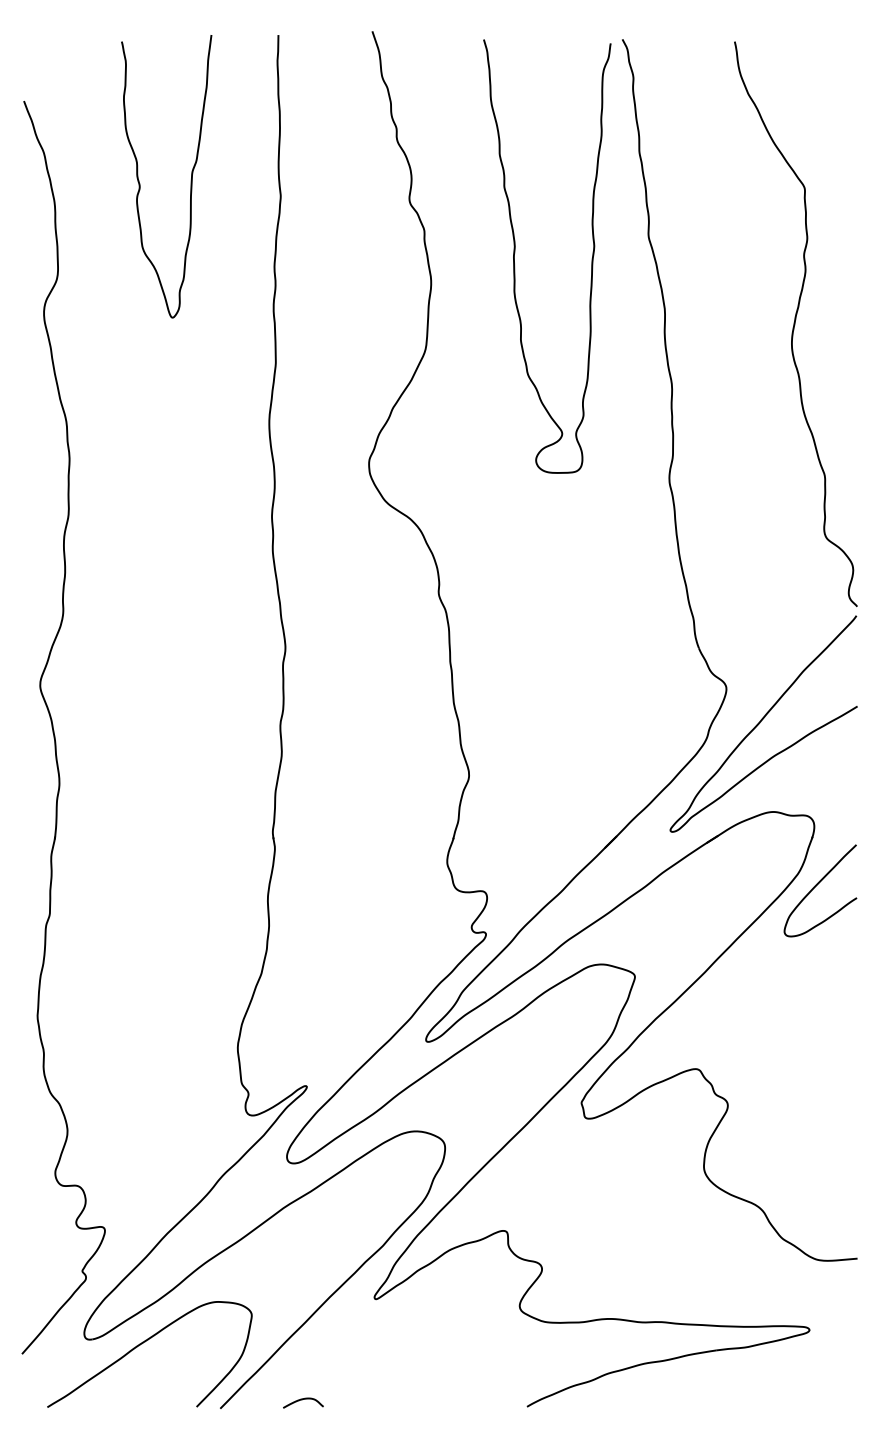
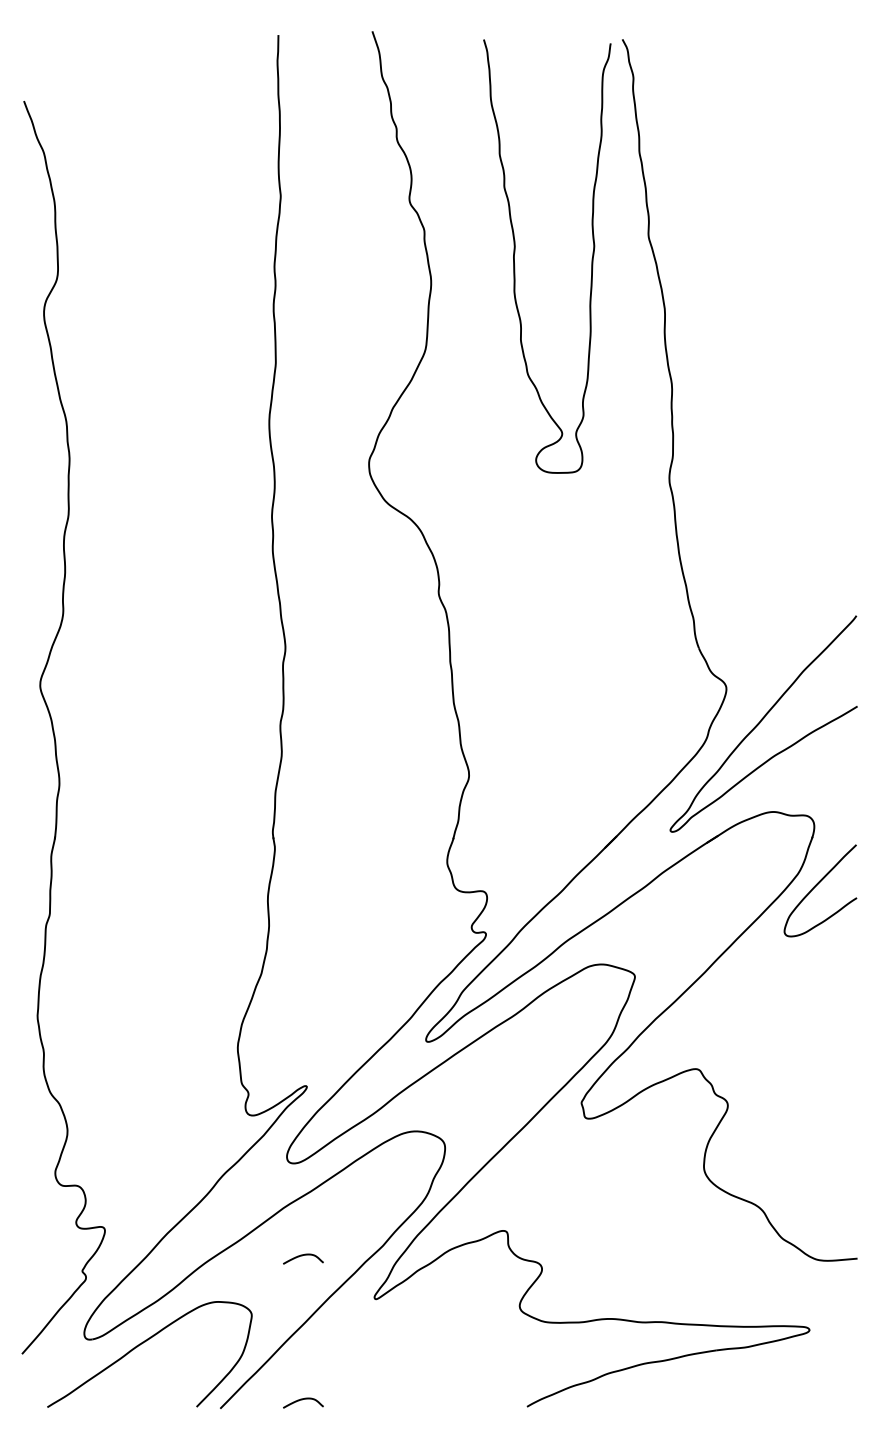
curve at (190, 180): present -> none
curve at (795, 324): present -> none
curve at (302, 1256): none -> present
